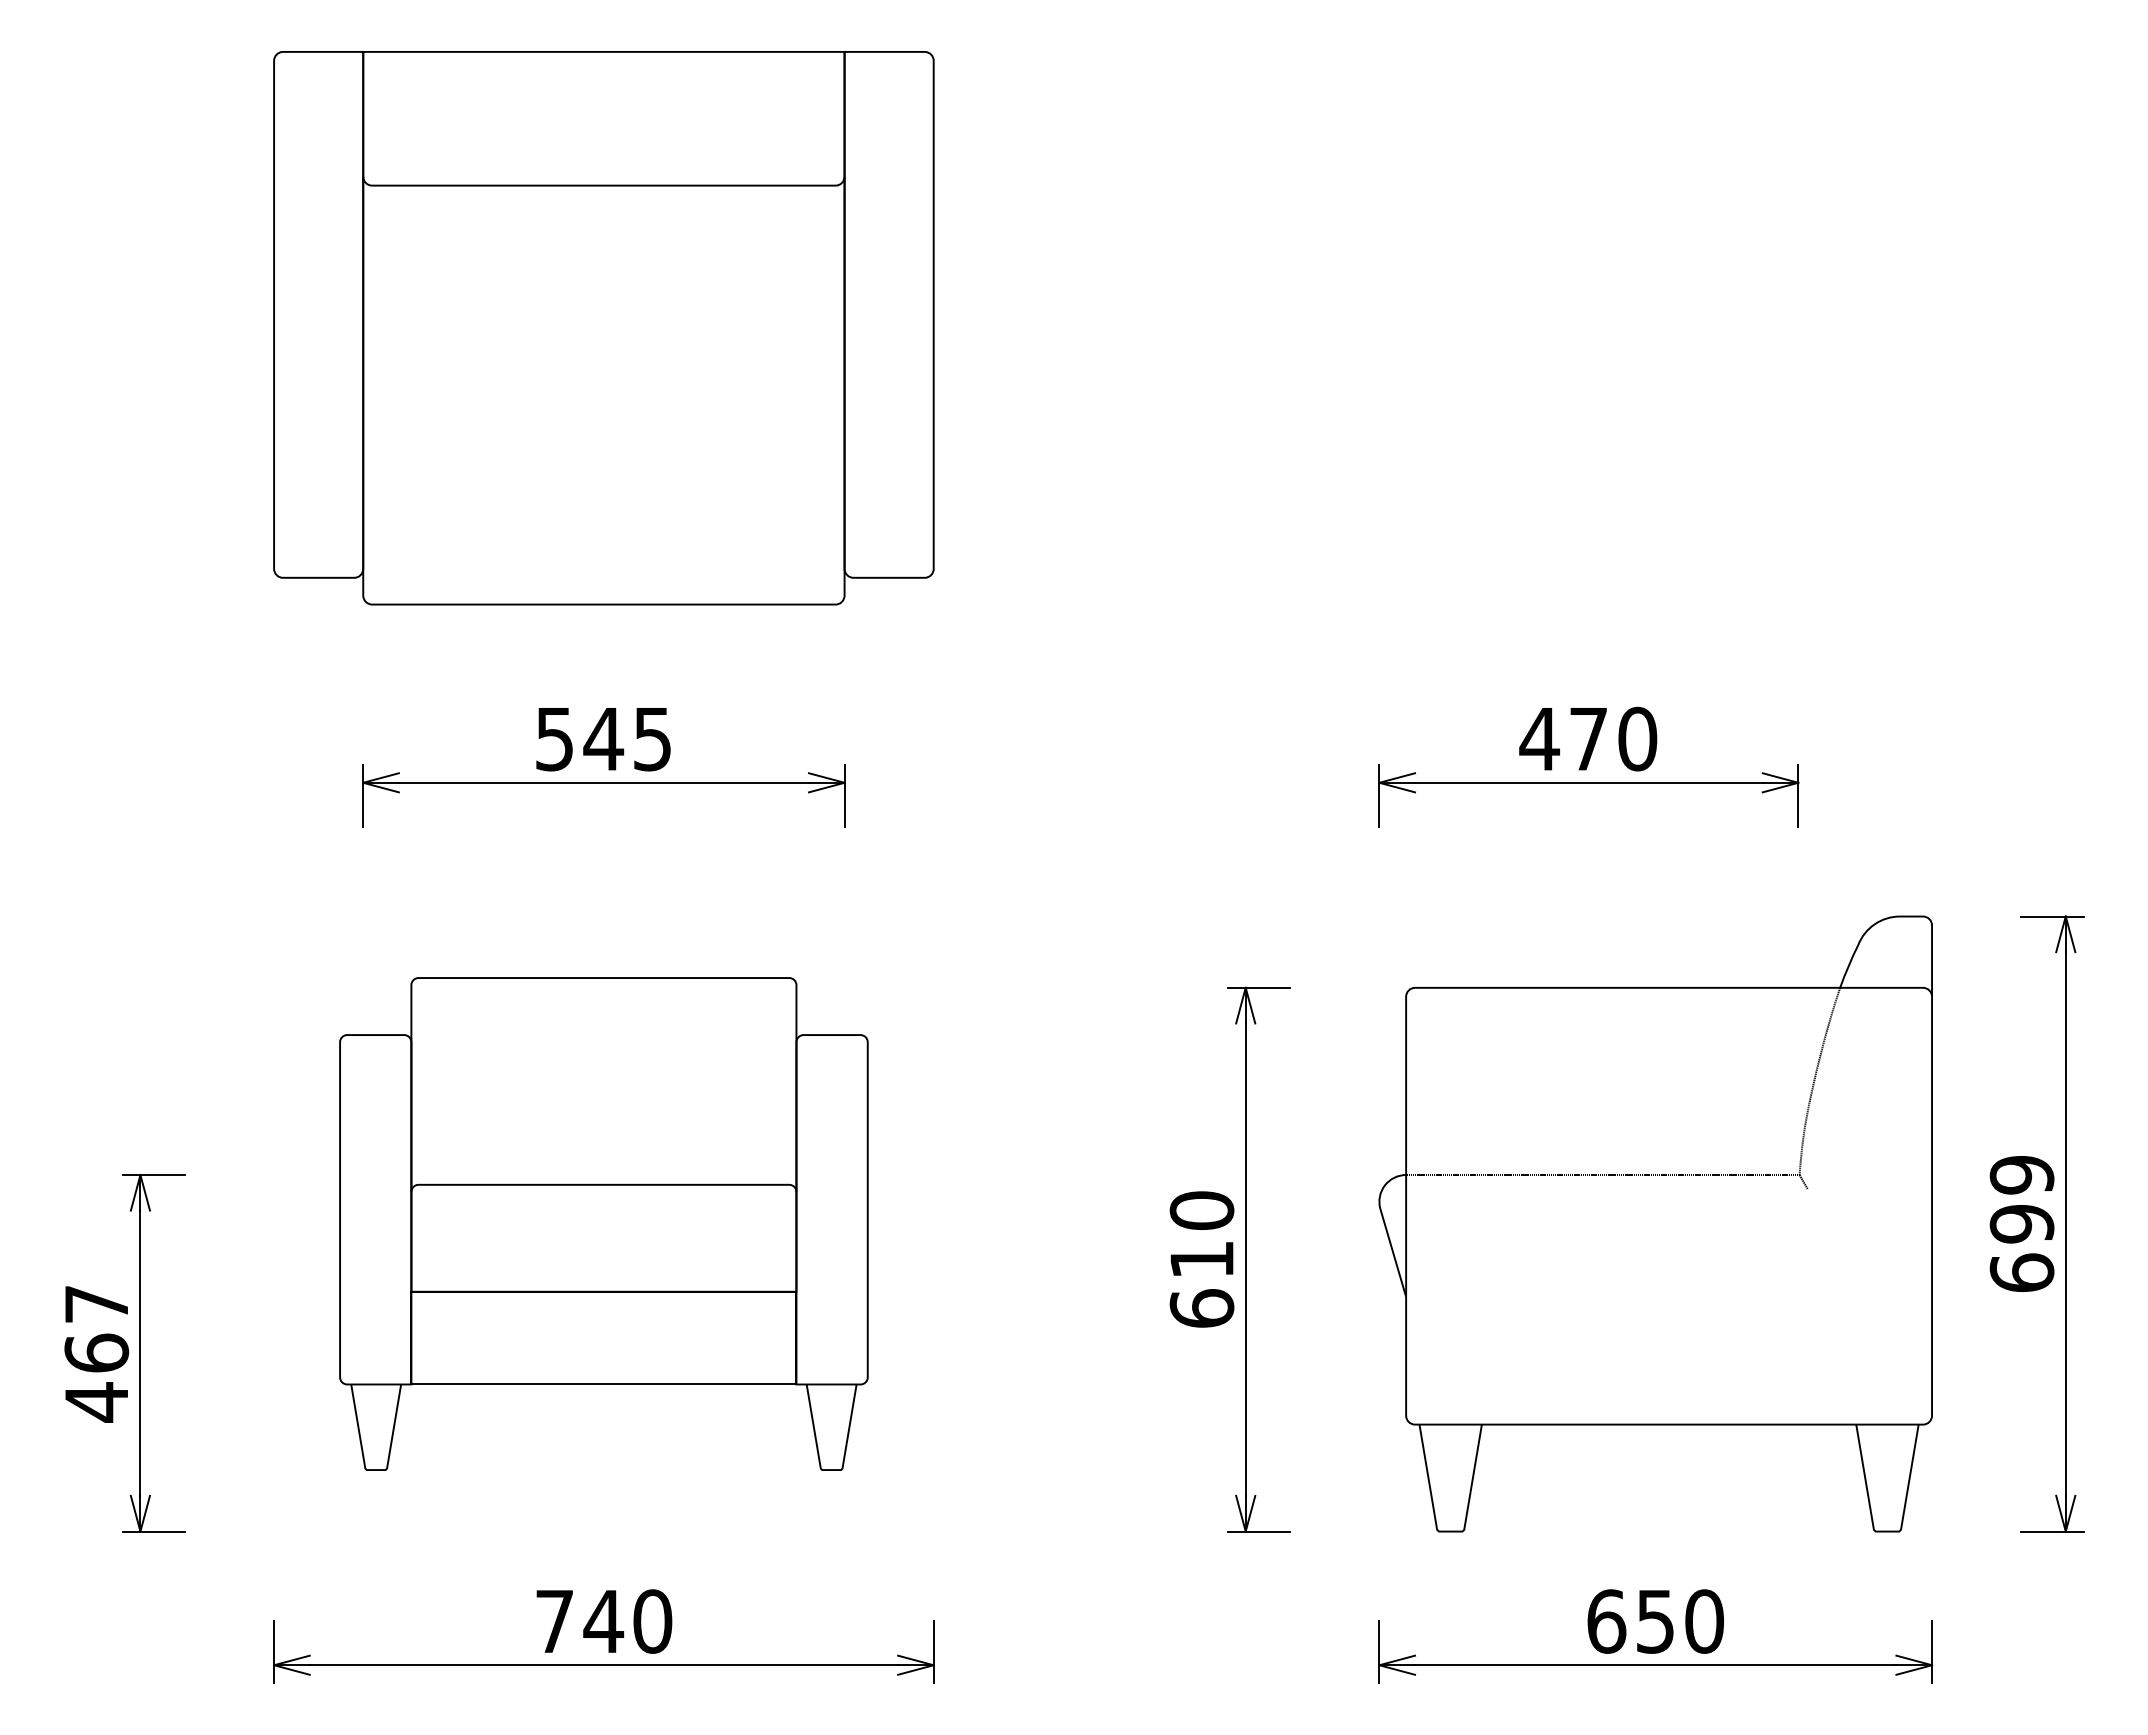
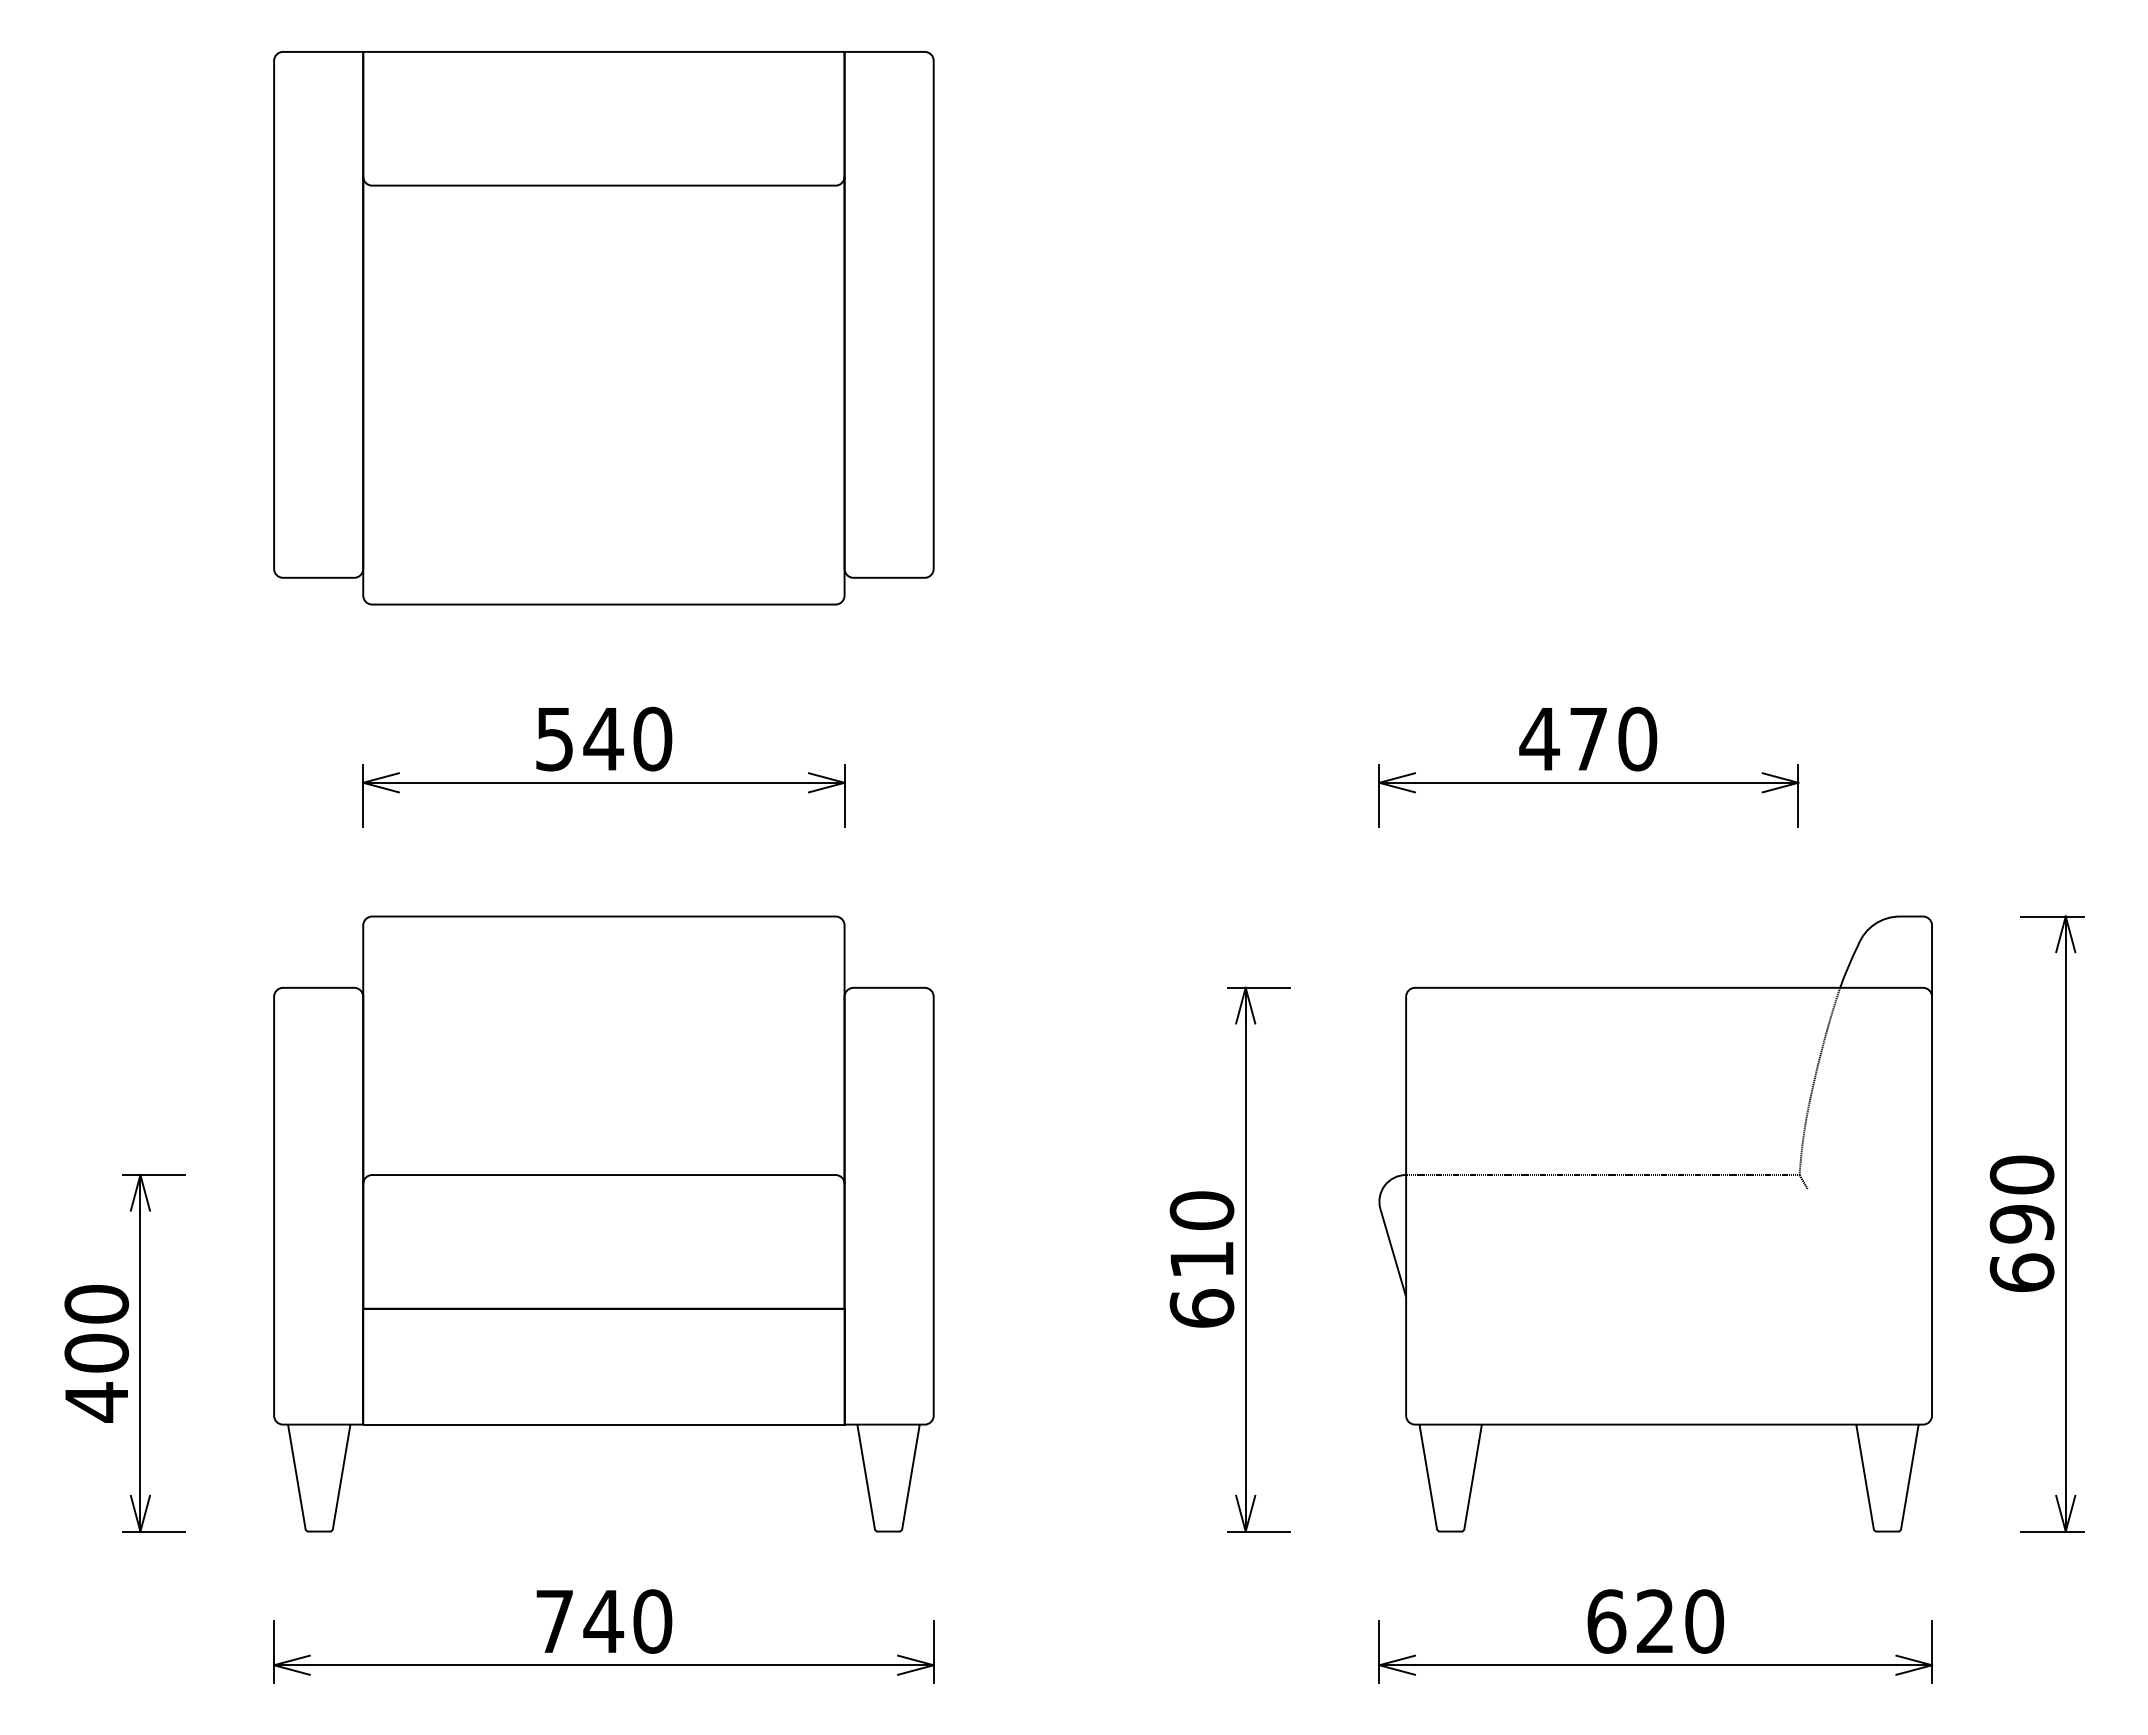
text at (652, 738): 545 -> 540
text at (2021, 1174): 699 -> 690
part at (603, 1223) size: 530x494 px -> 662x618 px
text at (96, 1328): 467 -> 400
text at (1654, 1621): 650 -> 620
